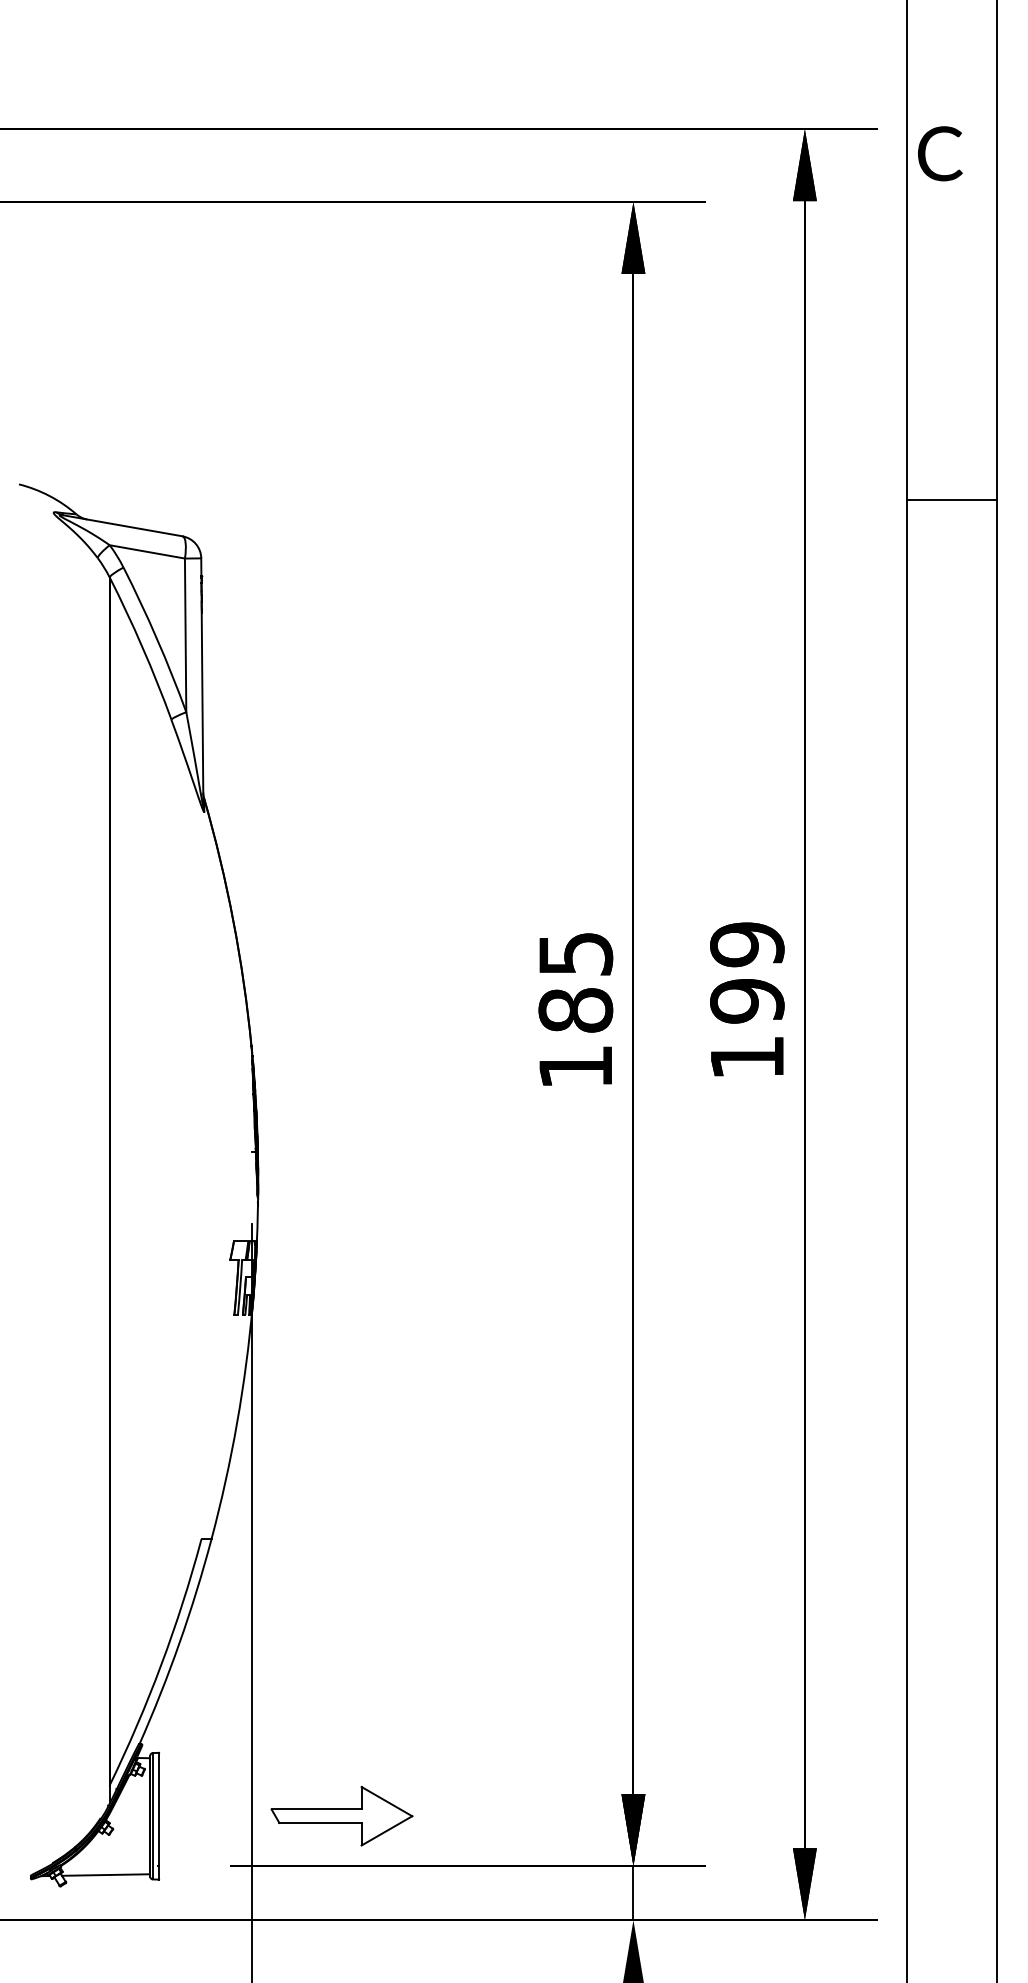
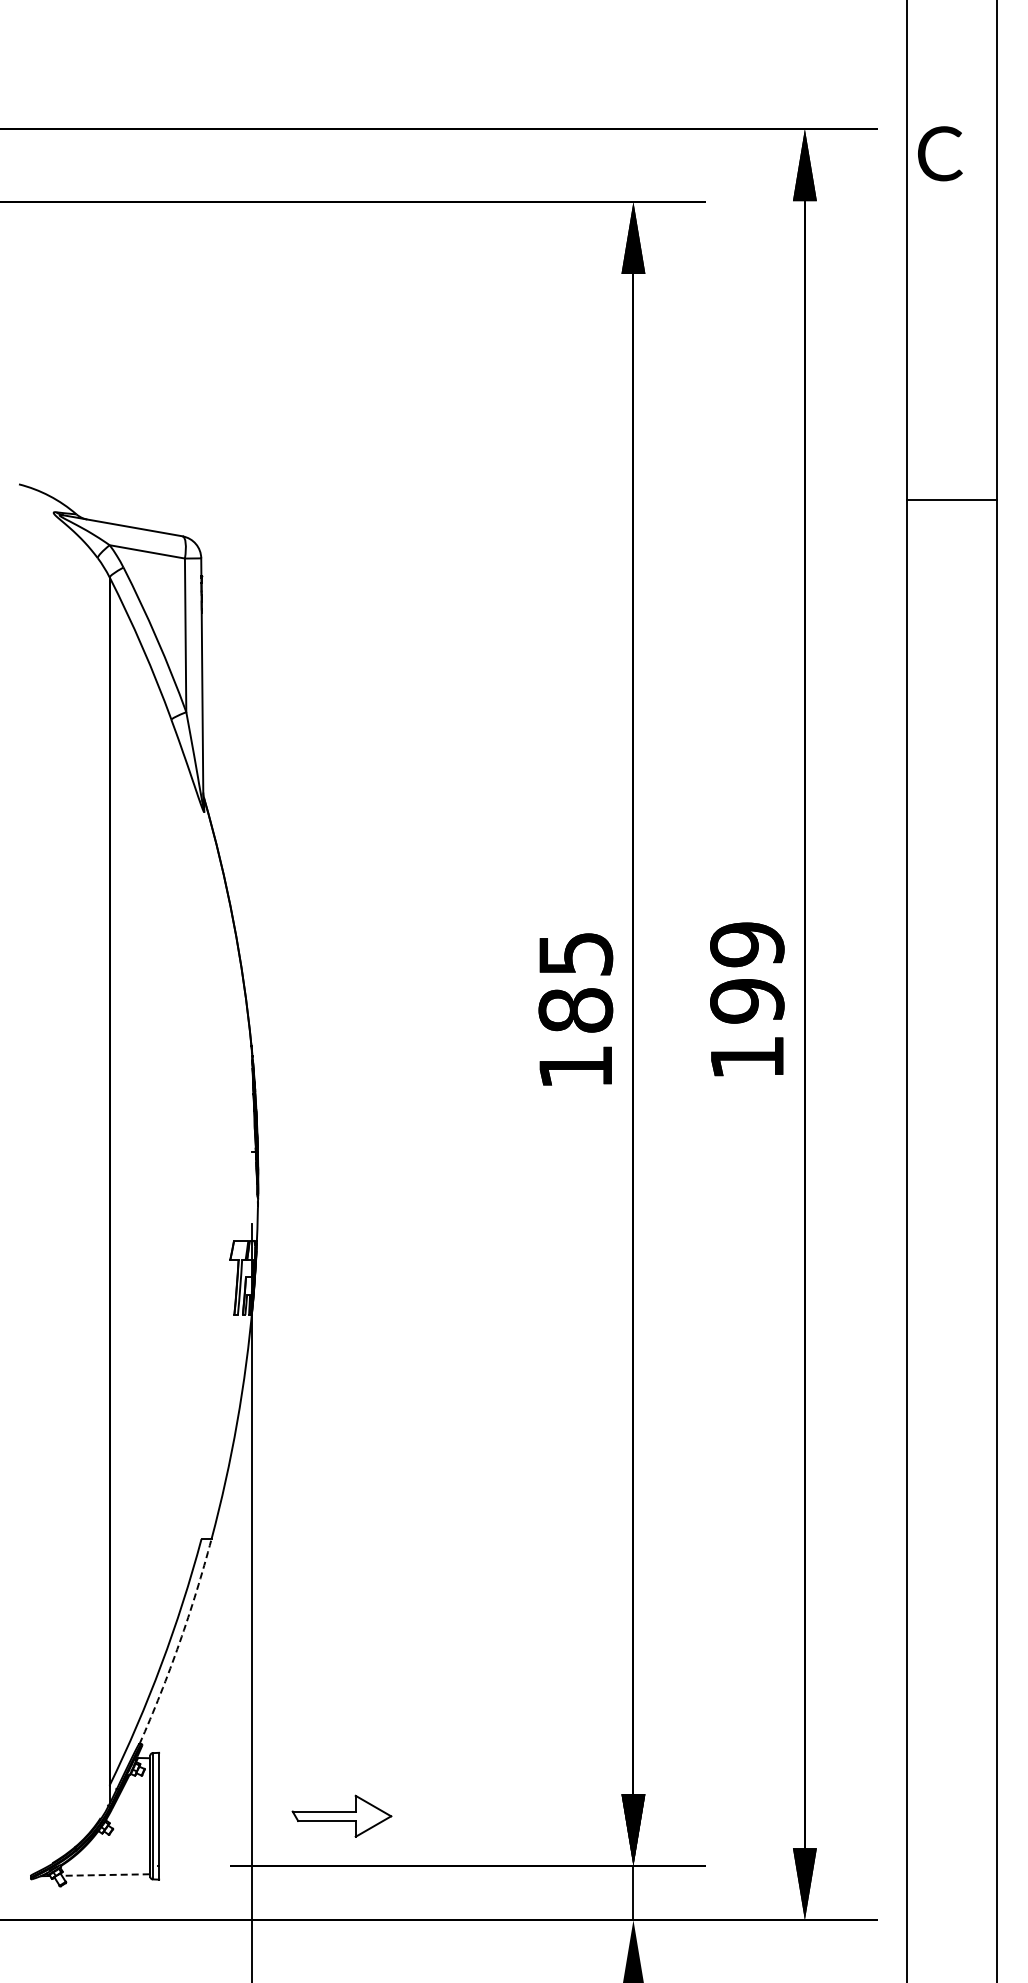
arc at (179, 1643): solid -> dashed
part at (341, 1816) size: 144x61 px -> 102x44 px
line at (105, 1875): solid -> dashed
